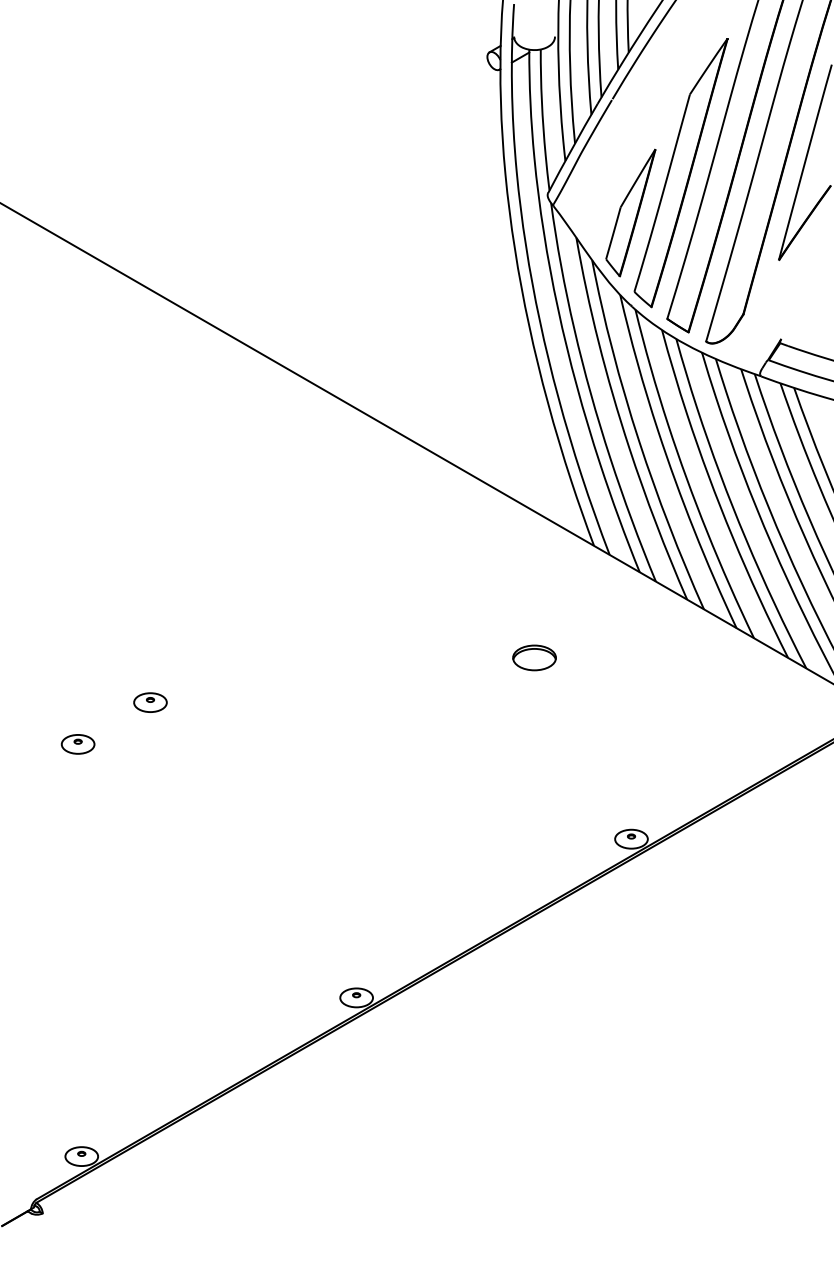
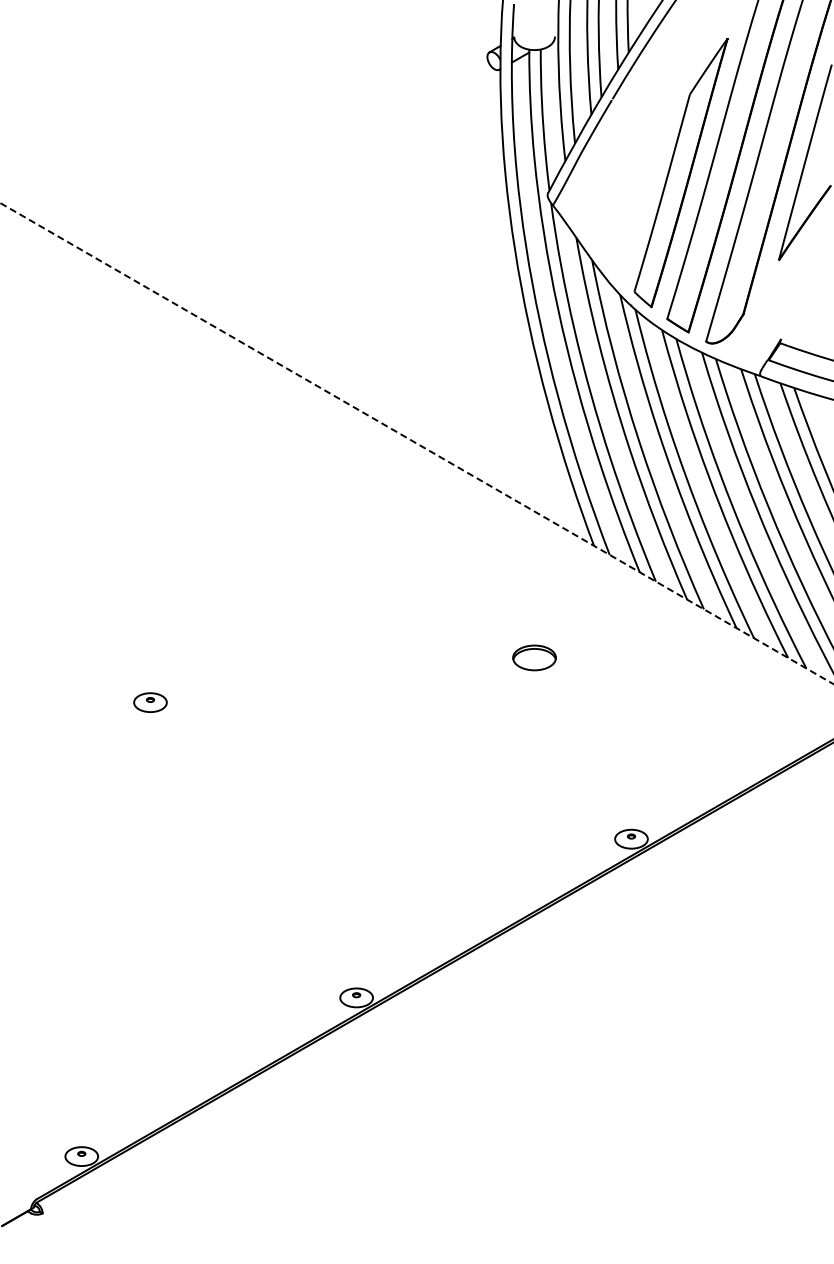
part at (630, 212): present -> none
line at (417, 443): solid -> dashed
part at (77, 744): present -> none
